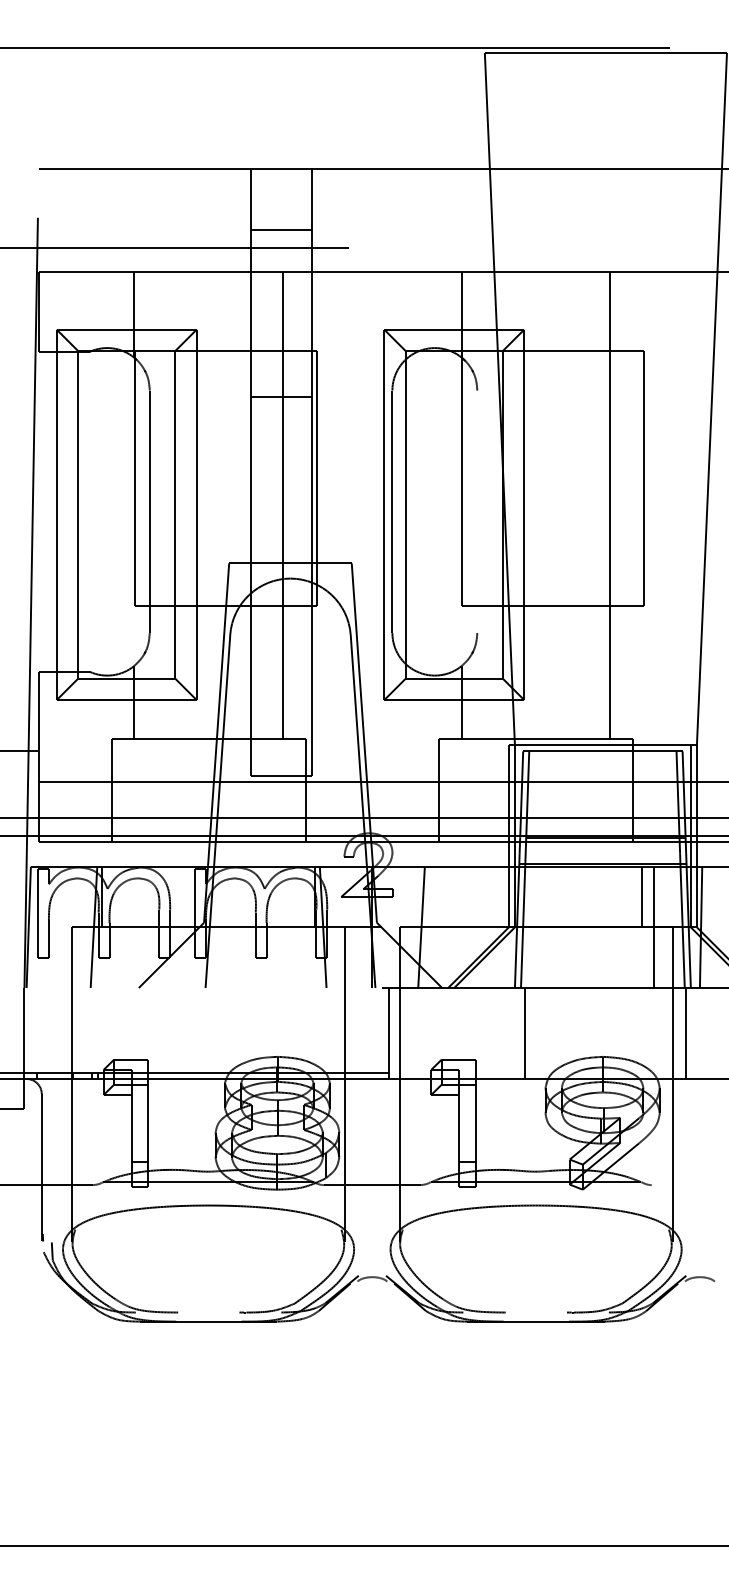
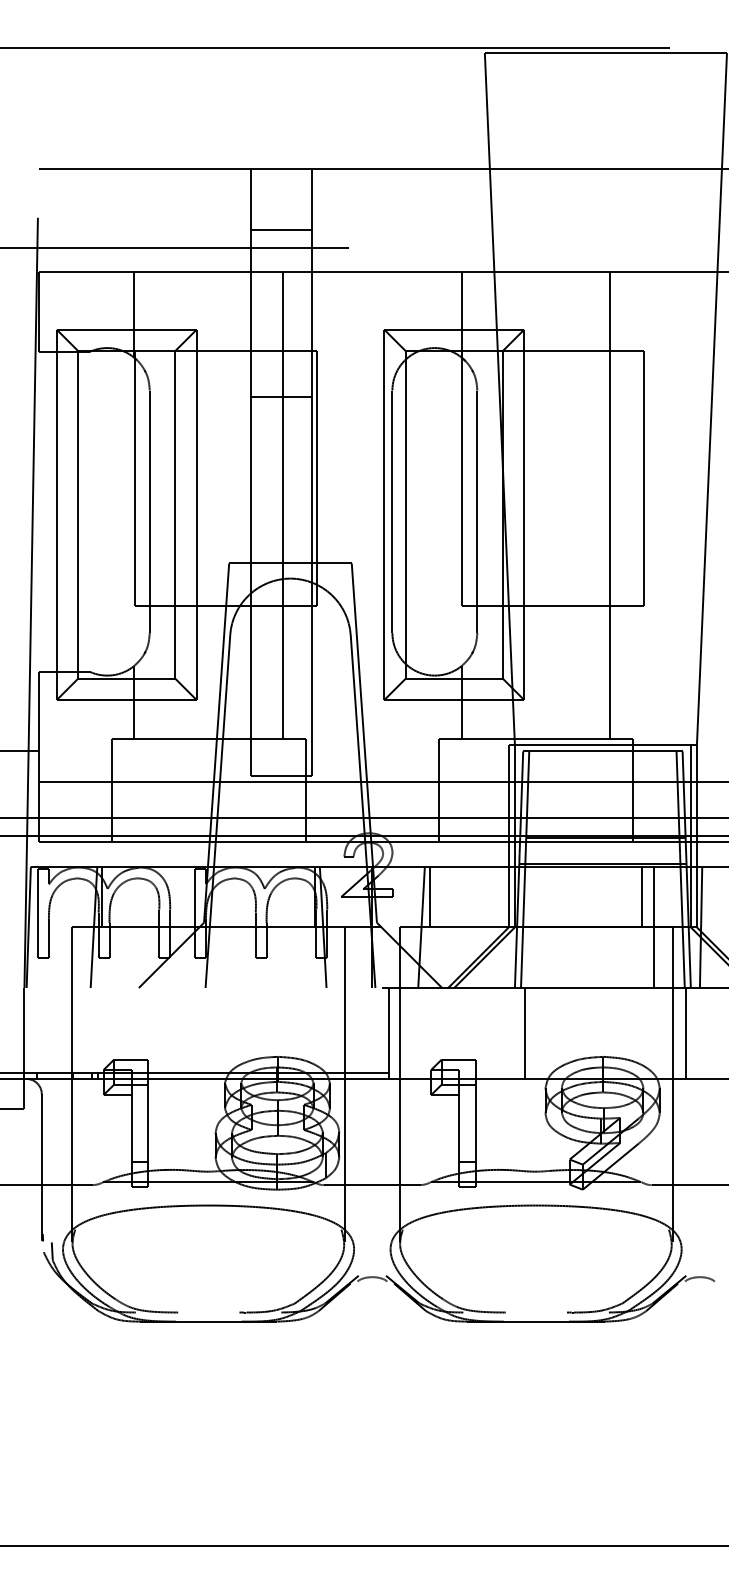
line at (477, 511): none -> present
line at (430, 896): none -> present
line at (688, 1185): none -> present
